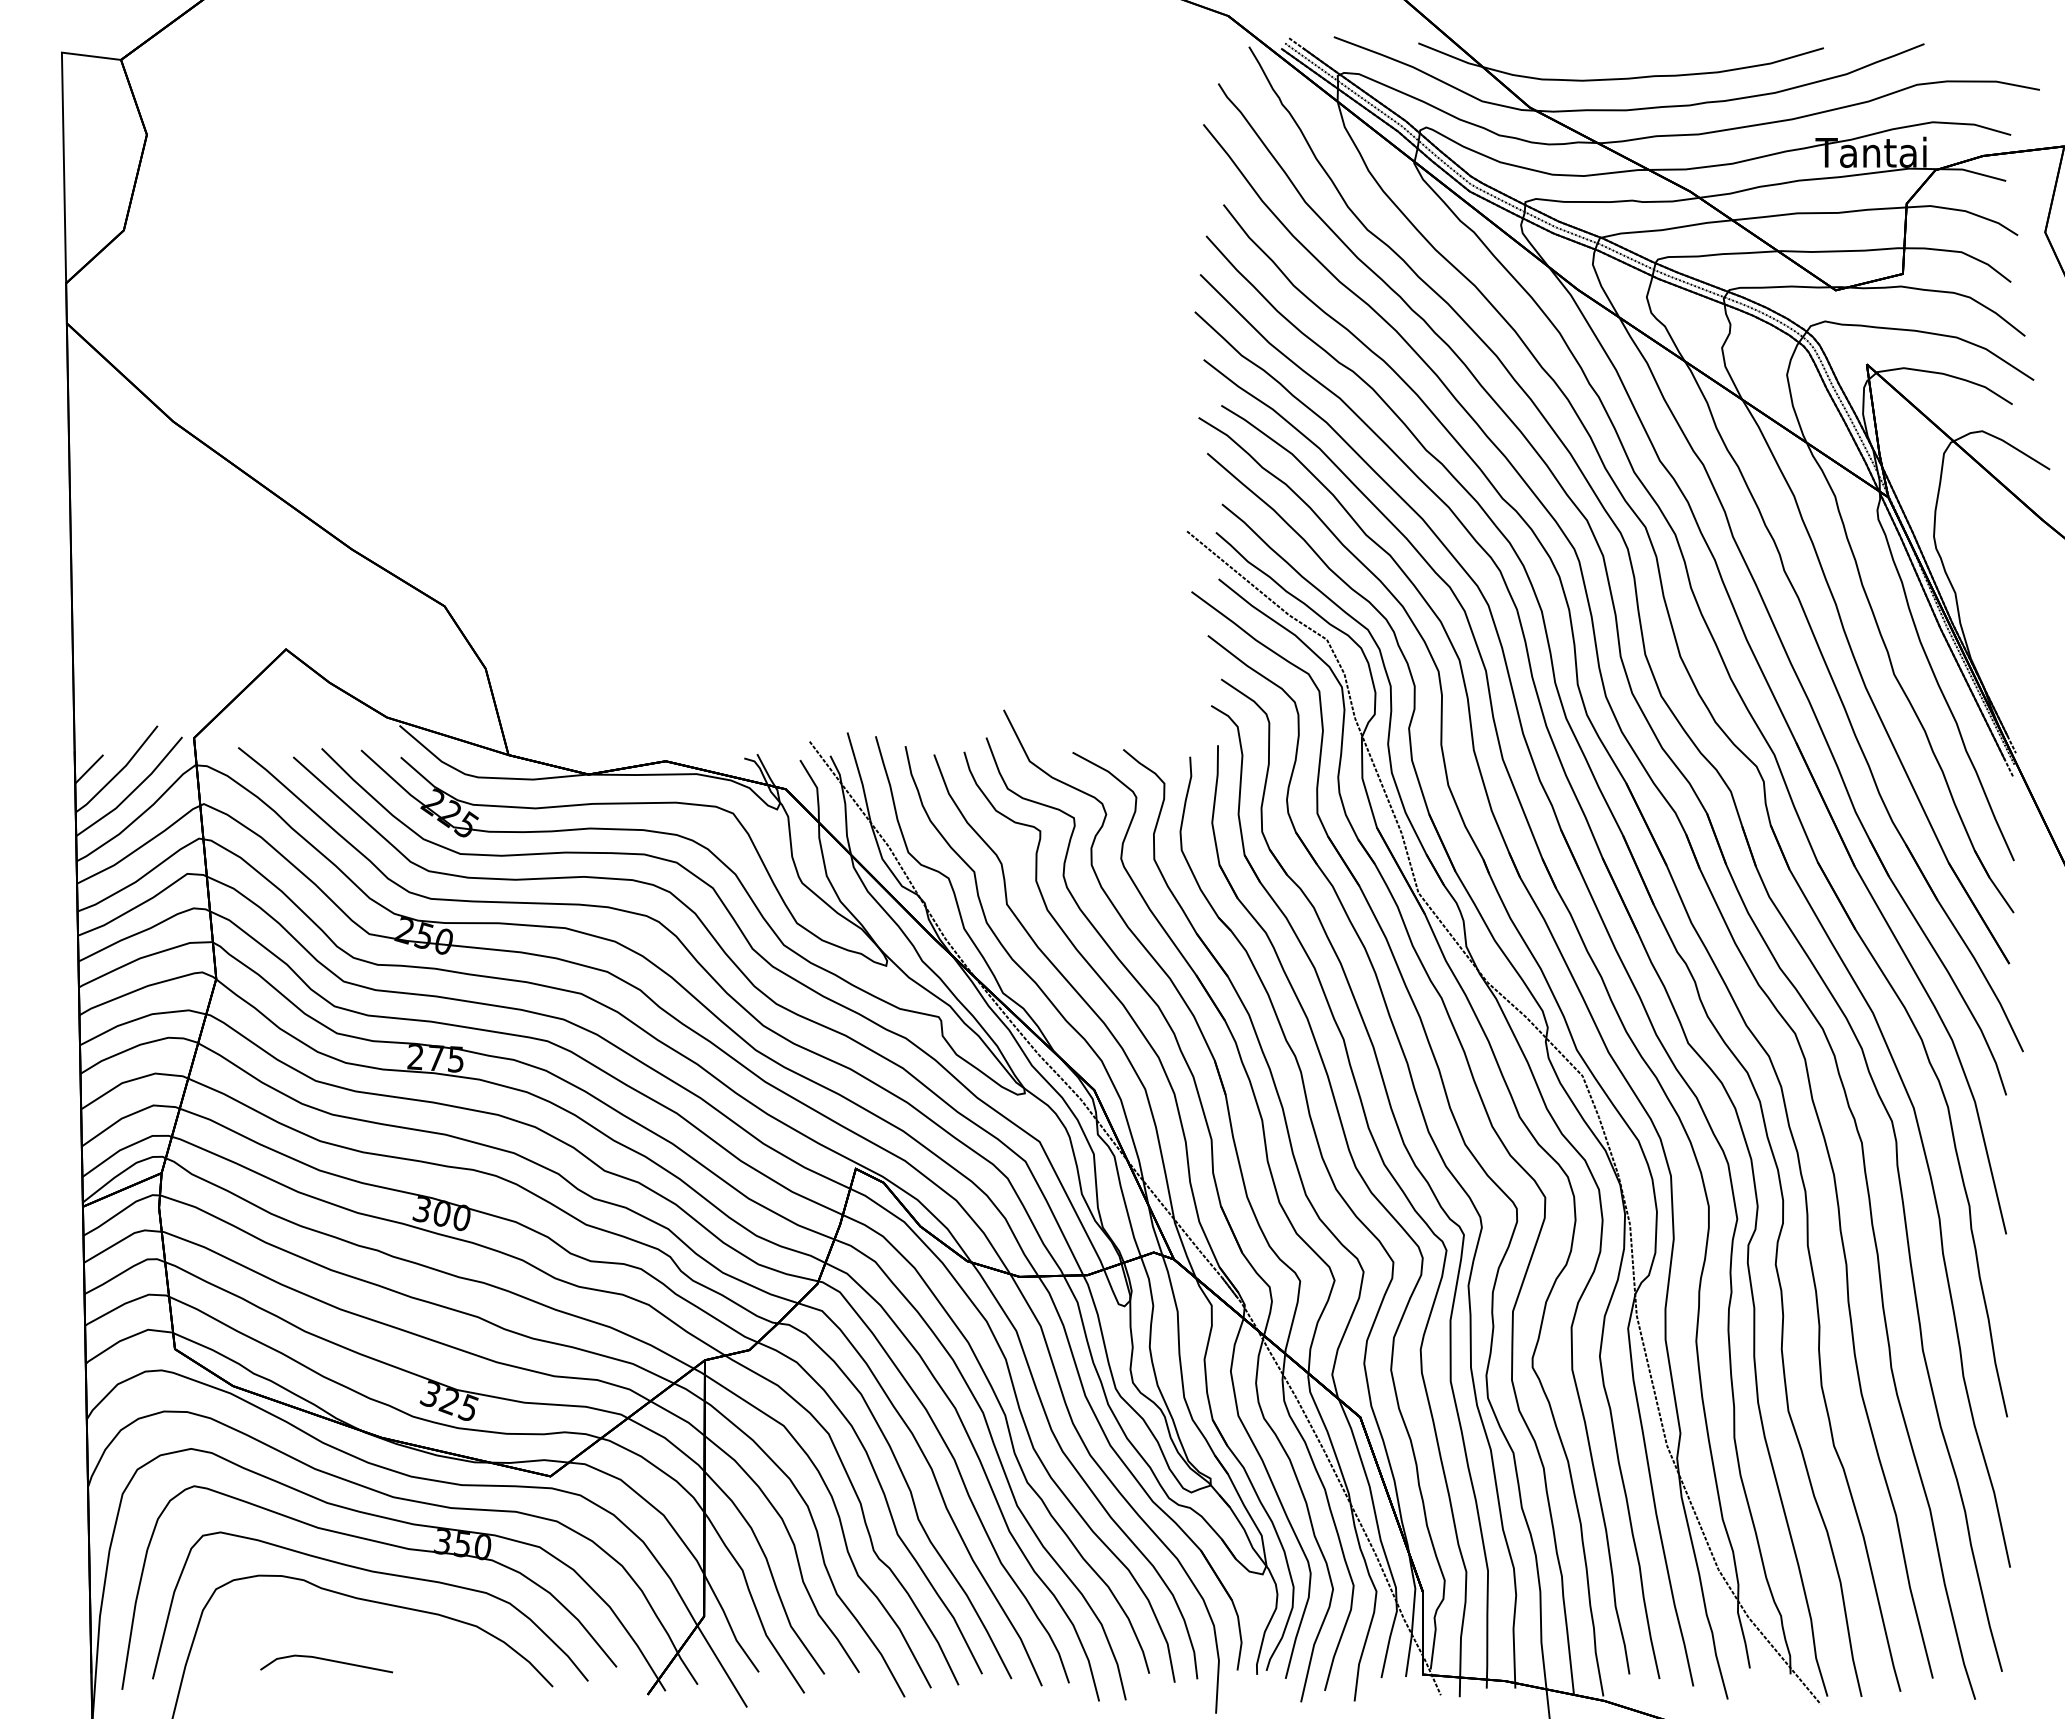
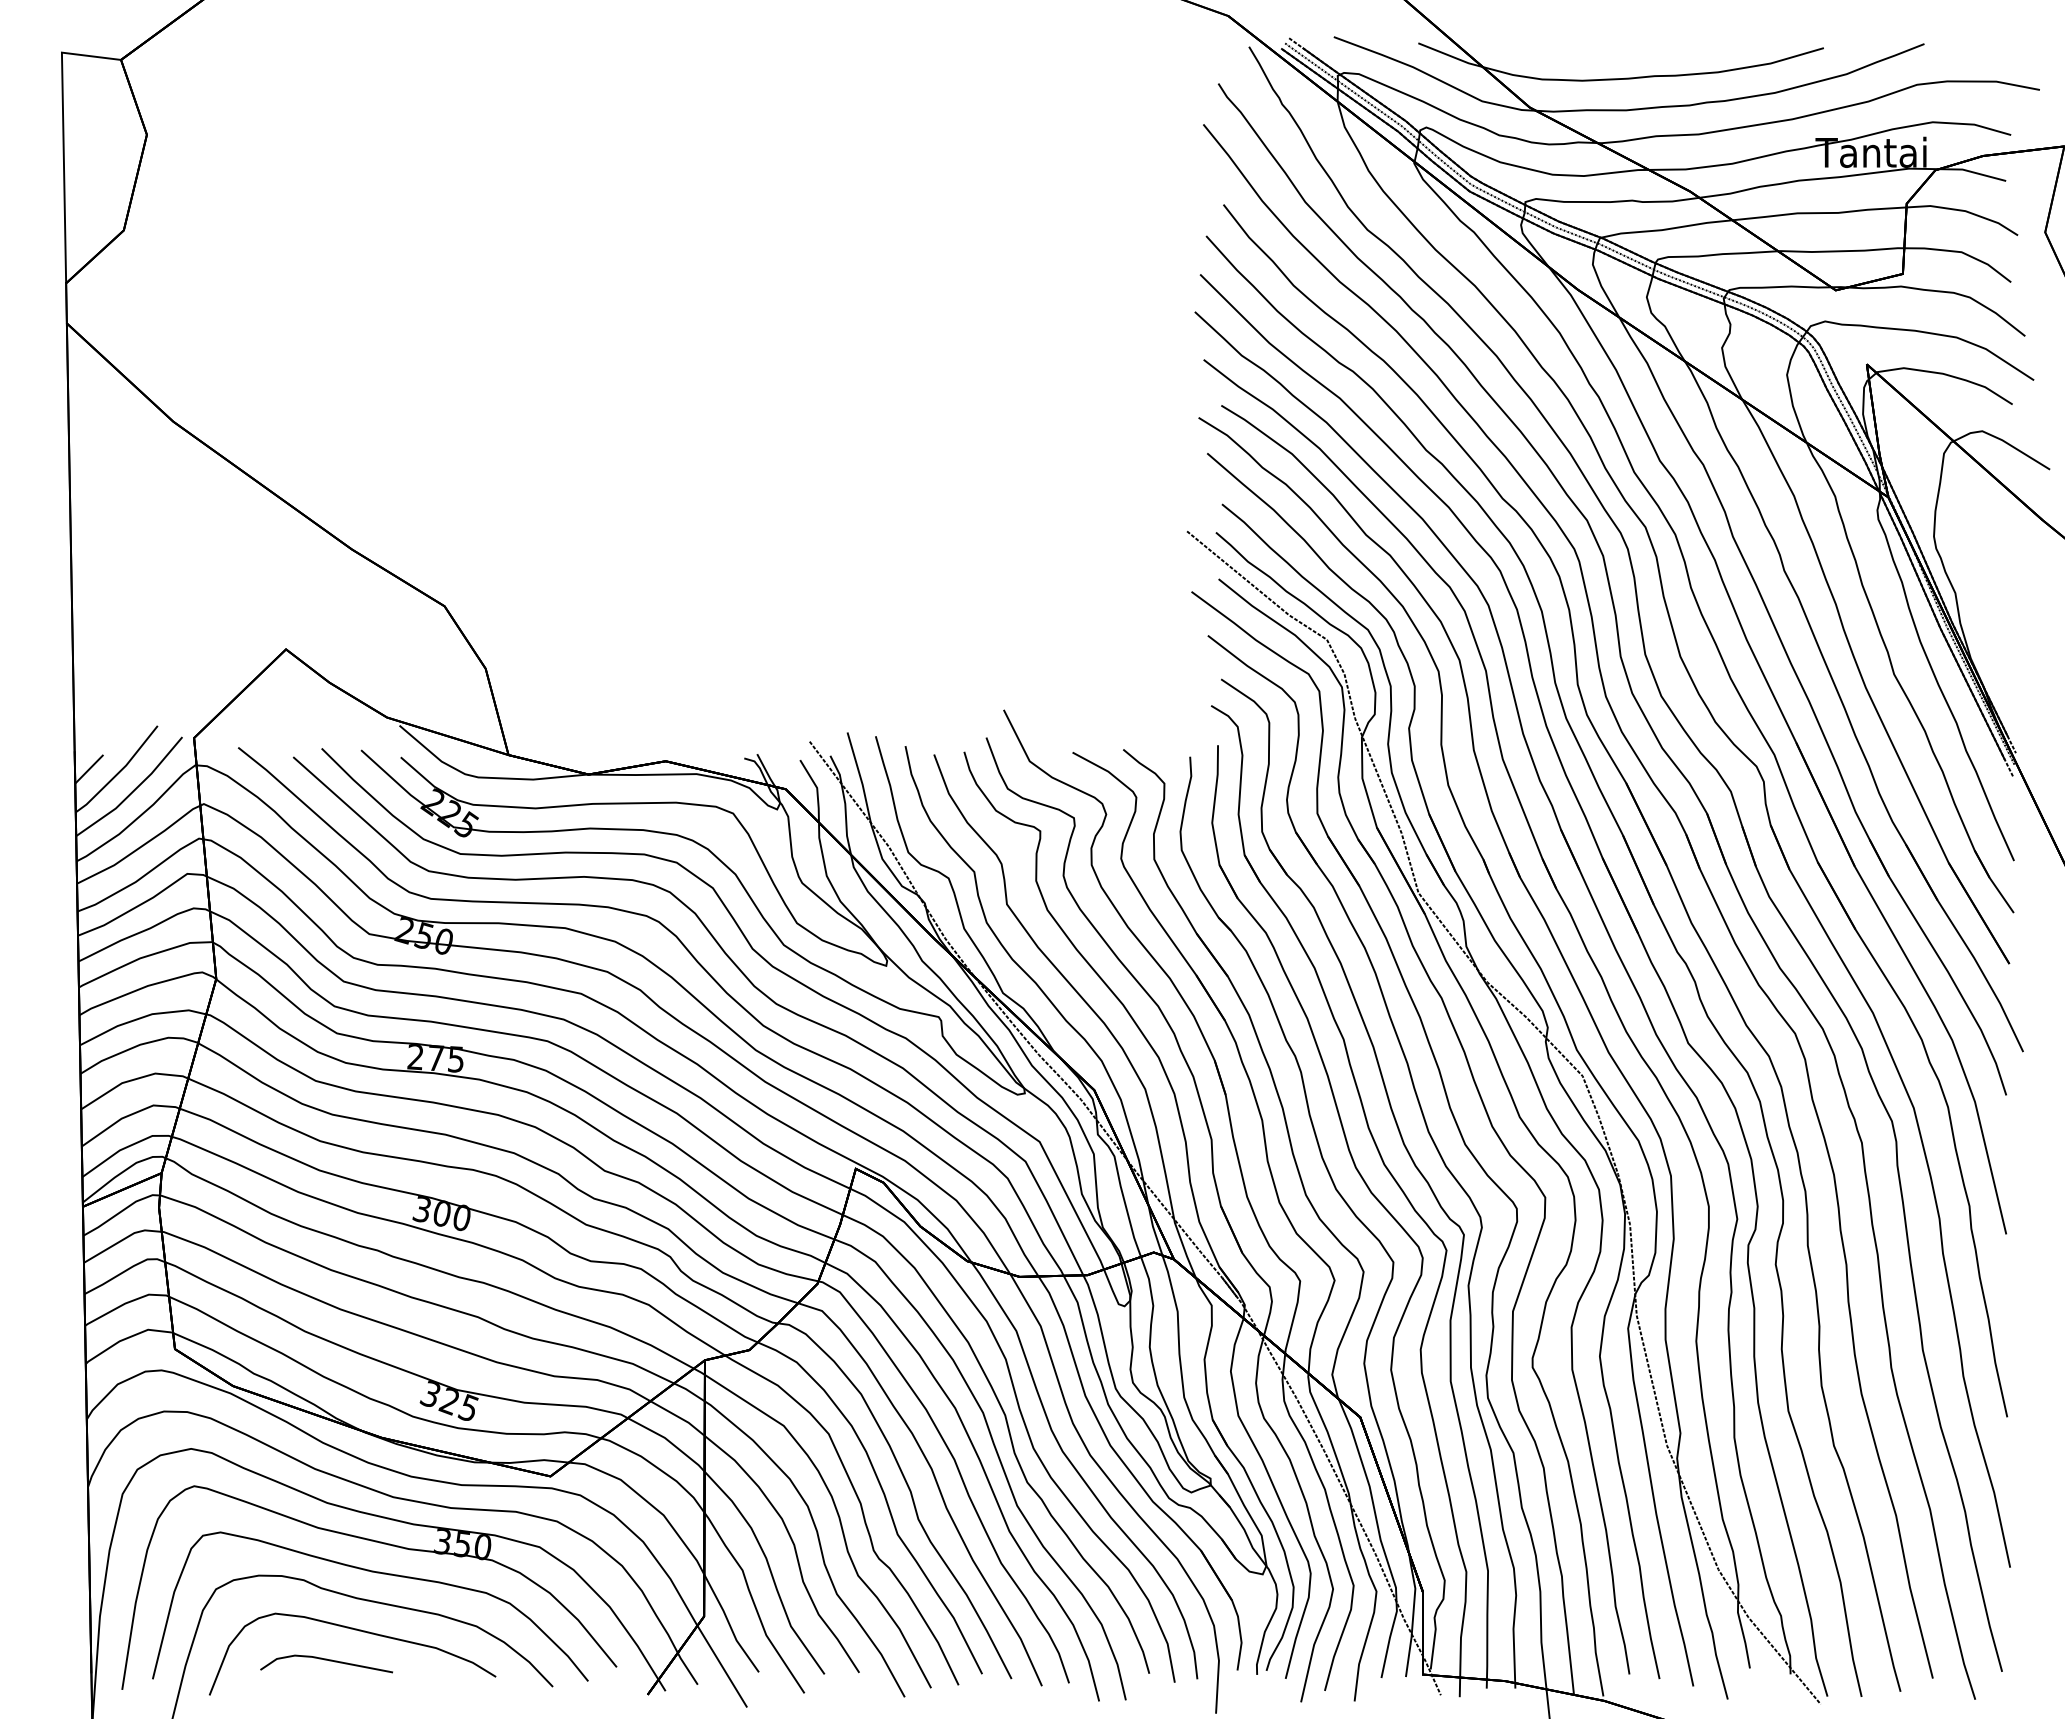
part at (359, 1631): none -> present
